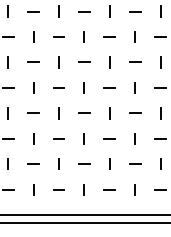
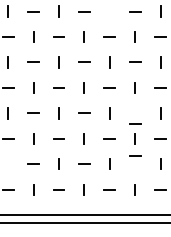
line at (109, 11): present -> none
line at (135, 112) position: (135, 112) -> (135, 123)
line at (7, 163): present -> none
line at (135, 163) position: (135, 163) -> (135, 155)
